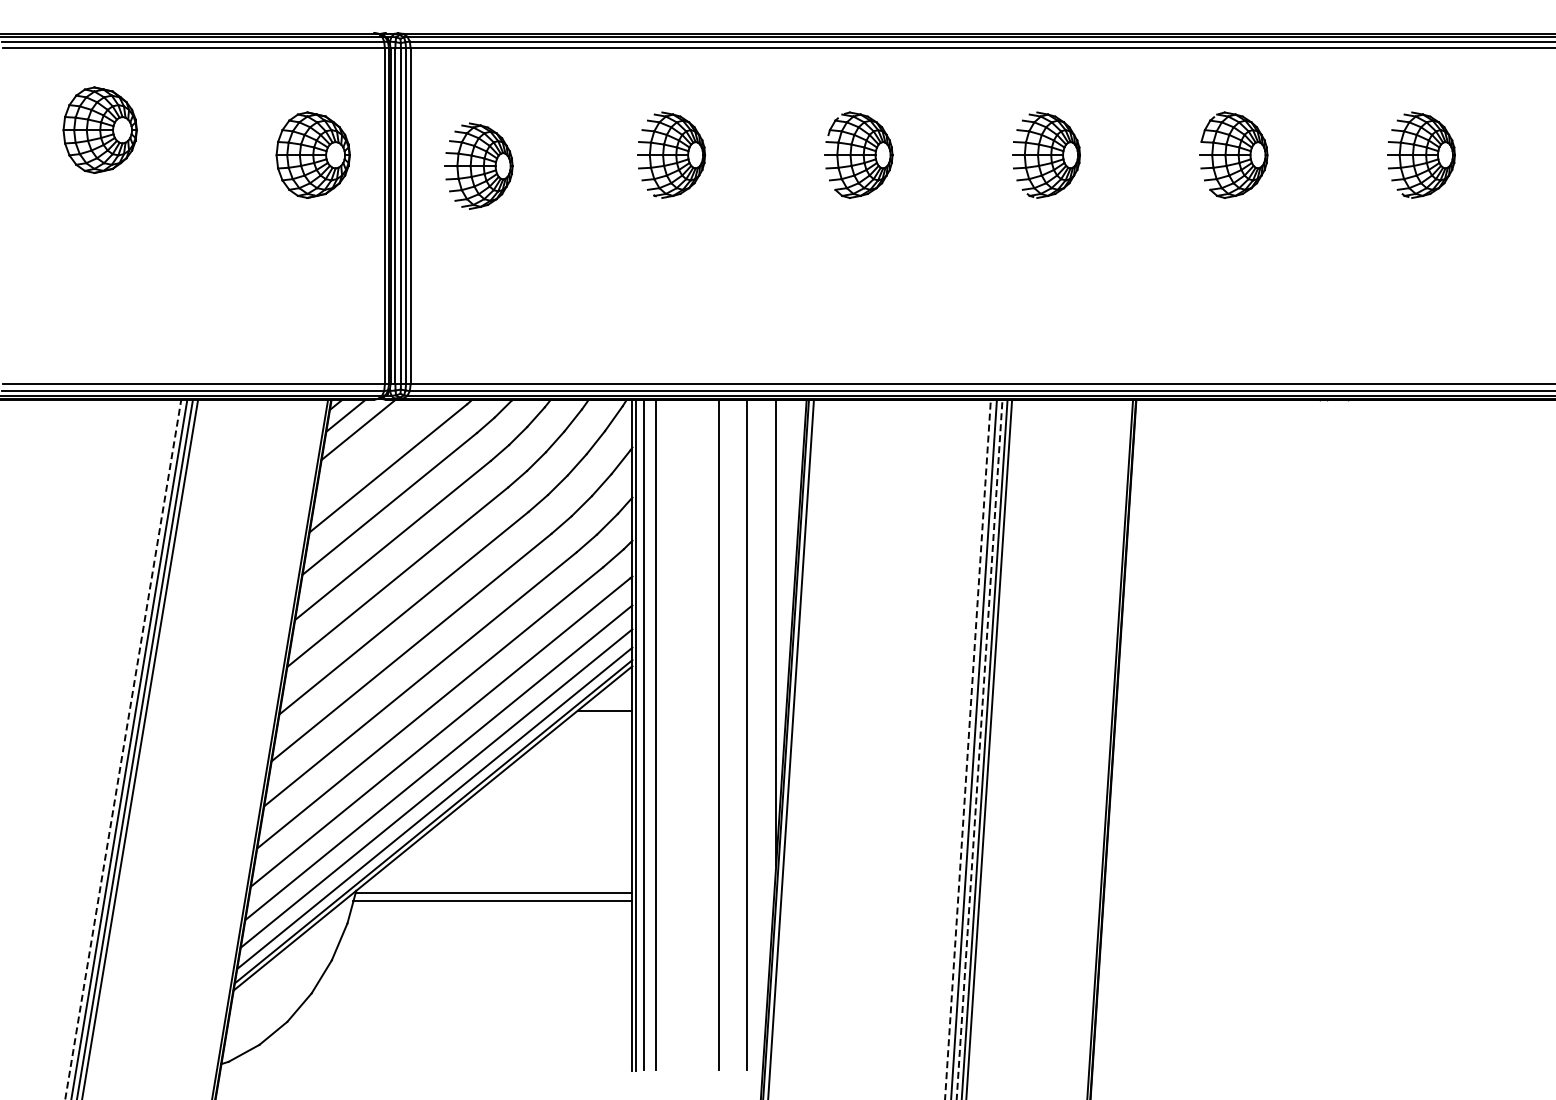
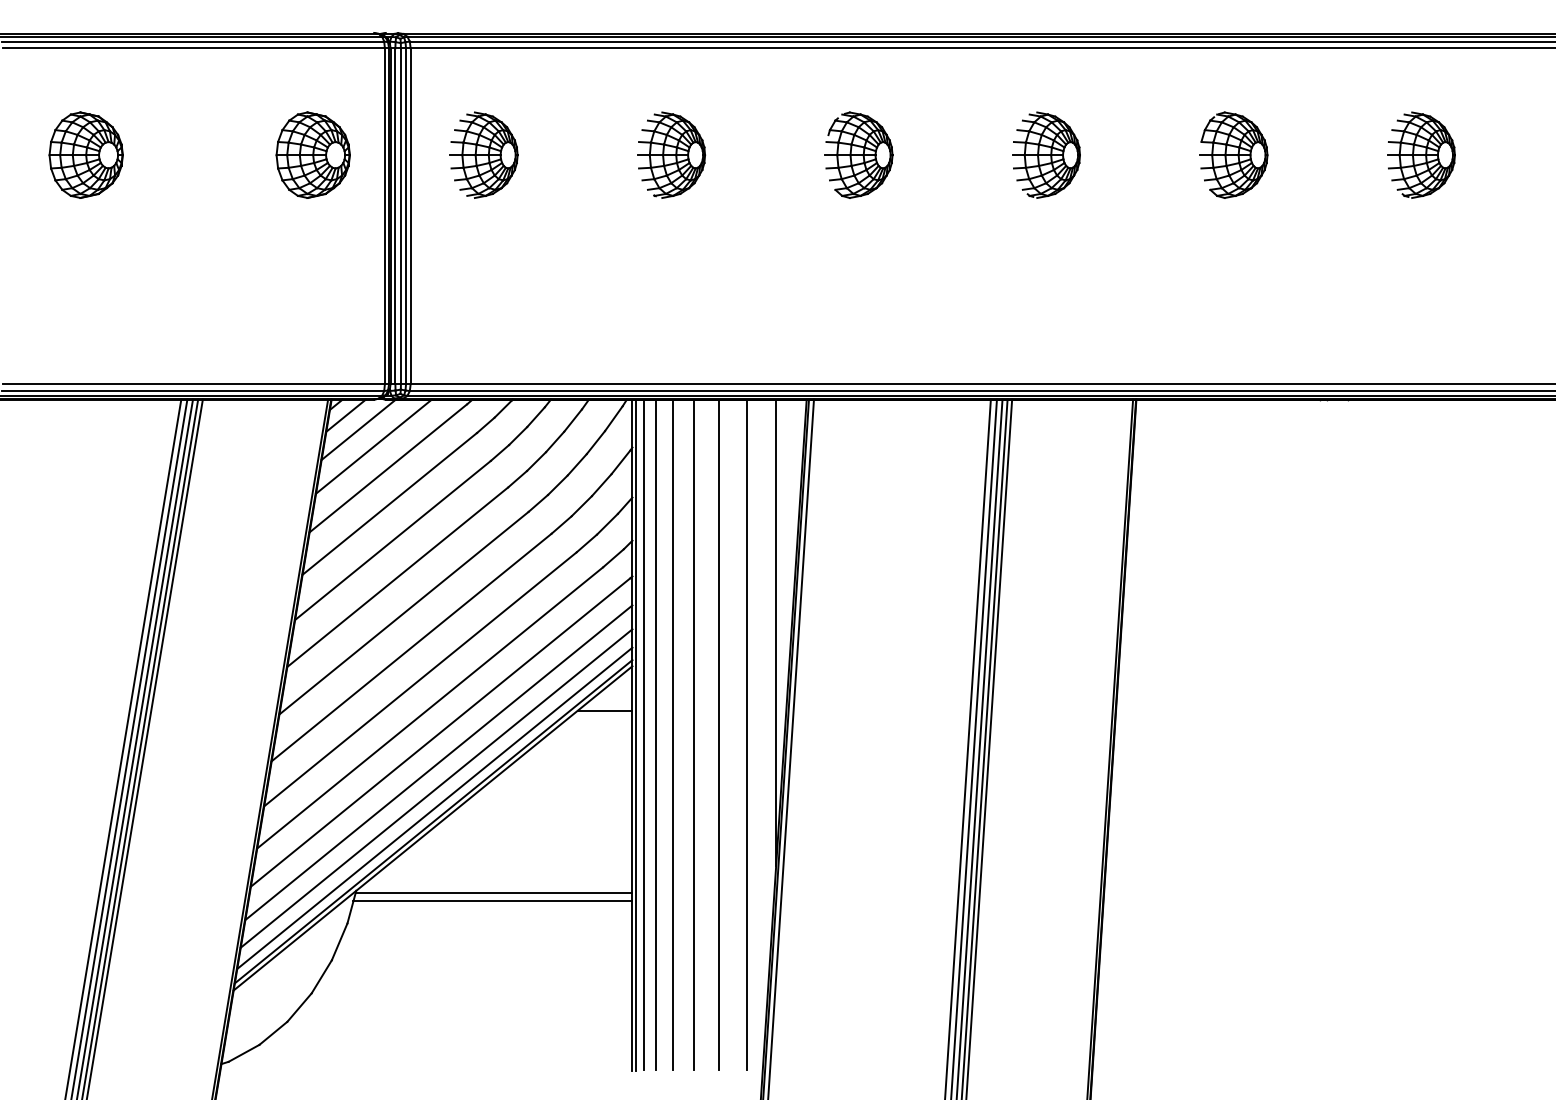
part at (99, 129) position: (99, 129) -> (85, 154)
part at (478, 165) position: (478, 165) -> (483, 154)
line at (373, 446): none -> present
line at (673, 734): none -> present
line at (694, 734): none -> present
line at (144, 747): none -> present
line at (123, 749): dashed -> solid
line at (967, 749): dashed -> solid
line at (979, 749): dashed -> solid
